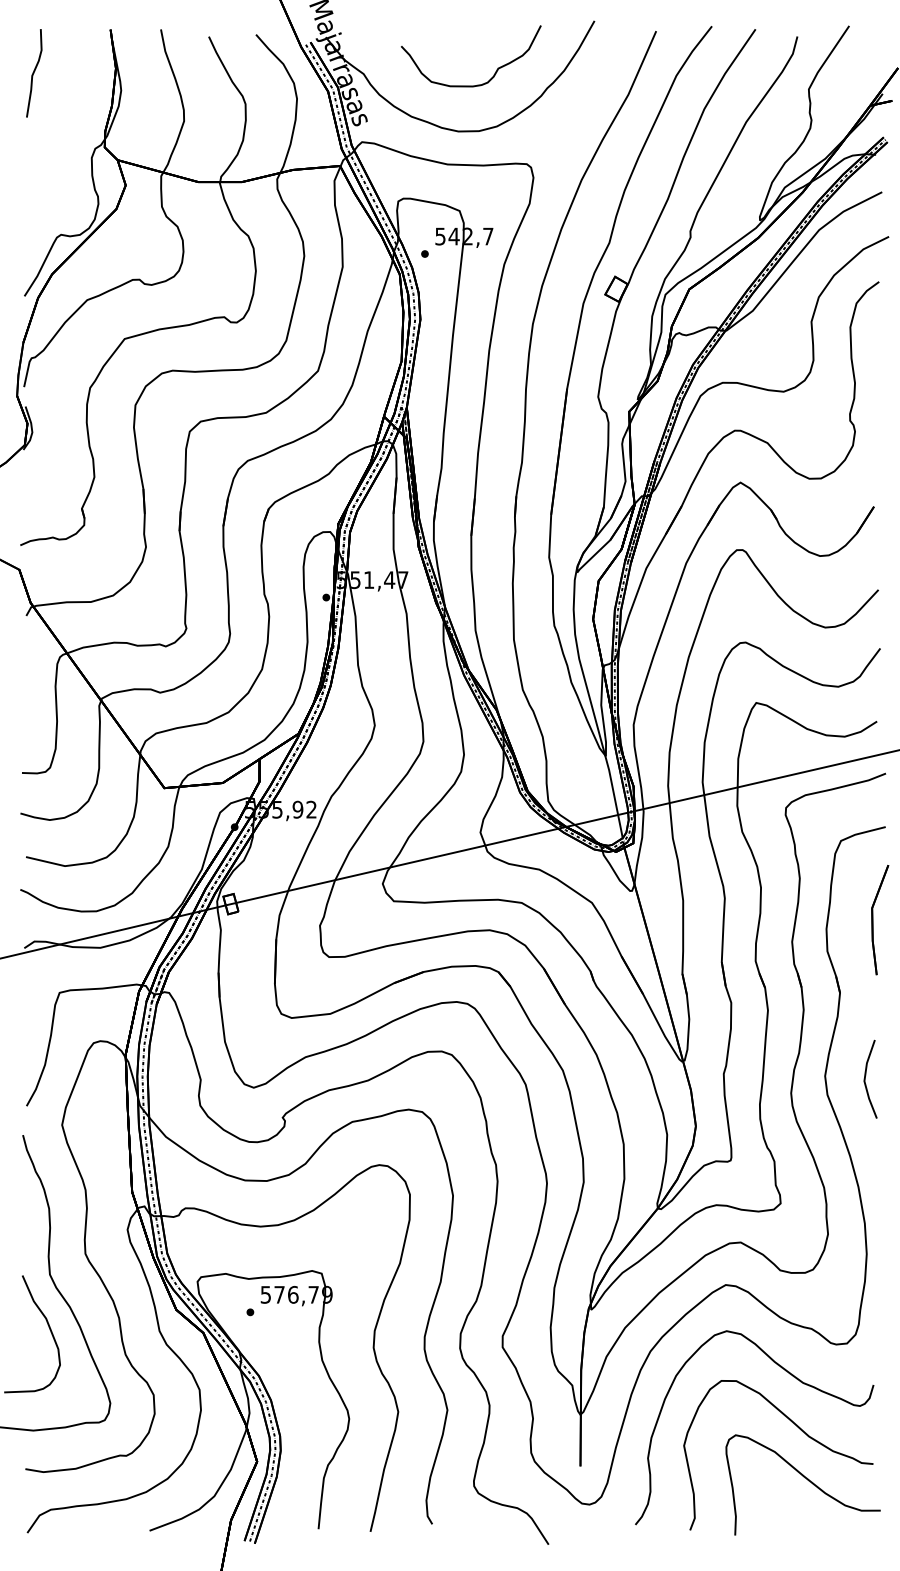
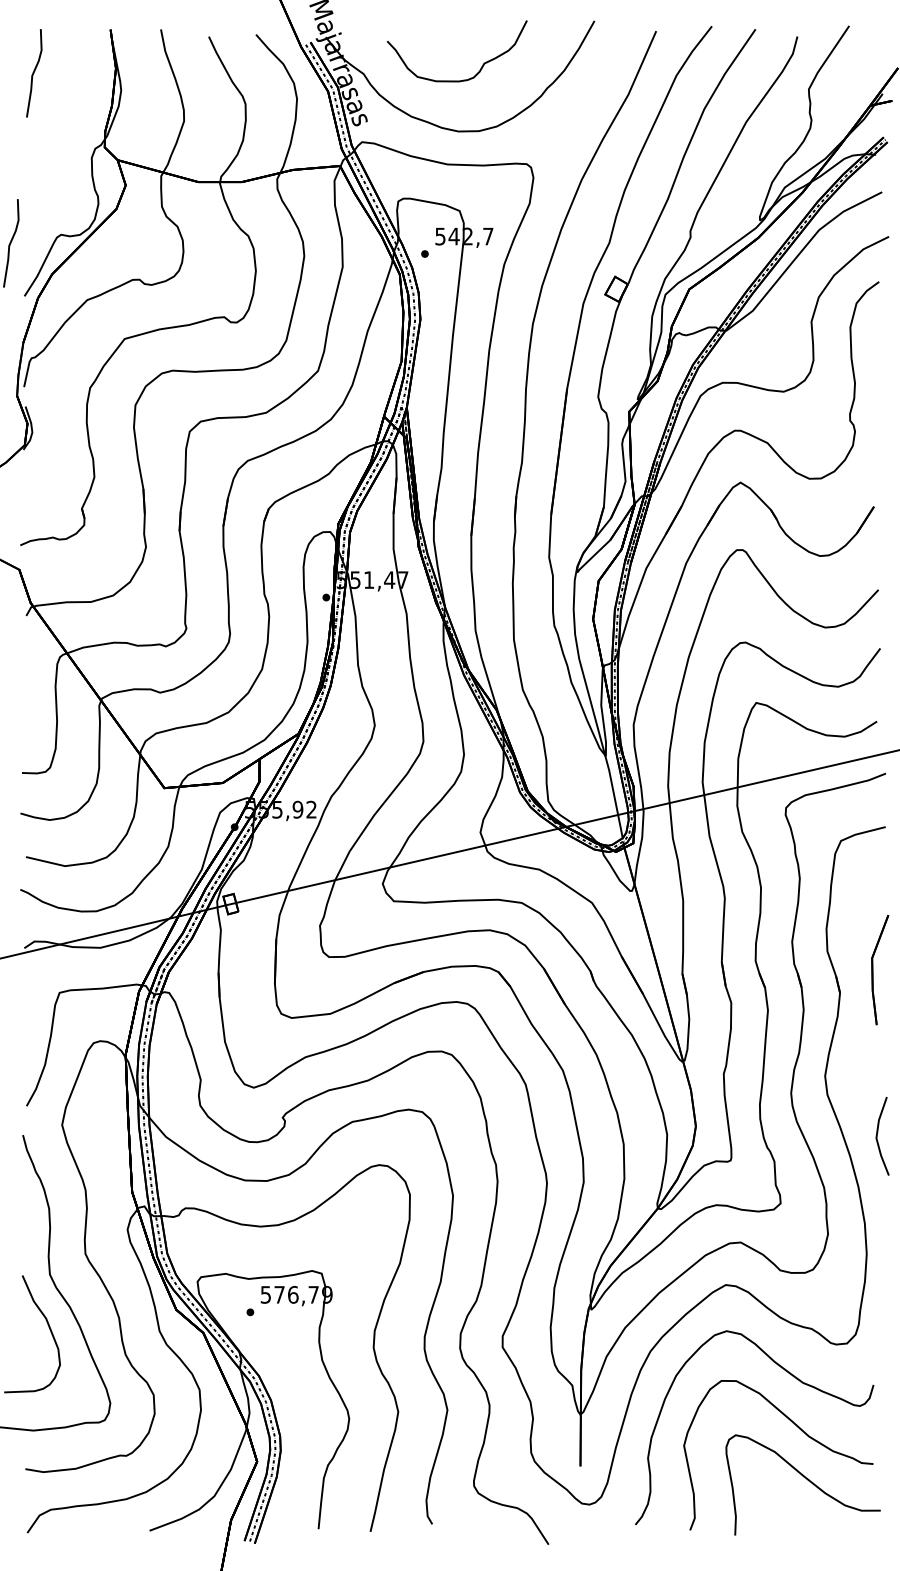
curve at (496, 69) position: (496, 69) -> (482, 64)
curve at (11, 243): none -> present
part at (873, 920) position: (873, 920) -> (873, 970)
line at (866, 1075) position: (866, 1075) -> (878, 1132)
